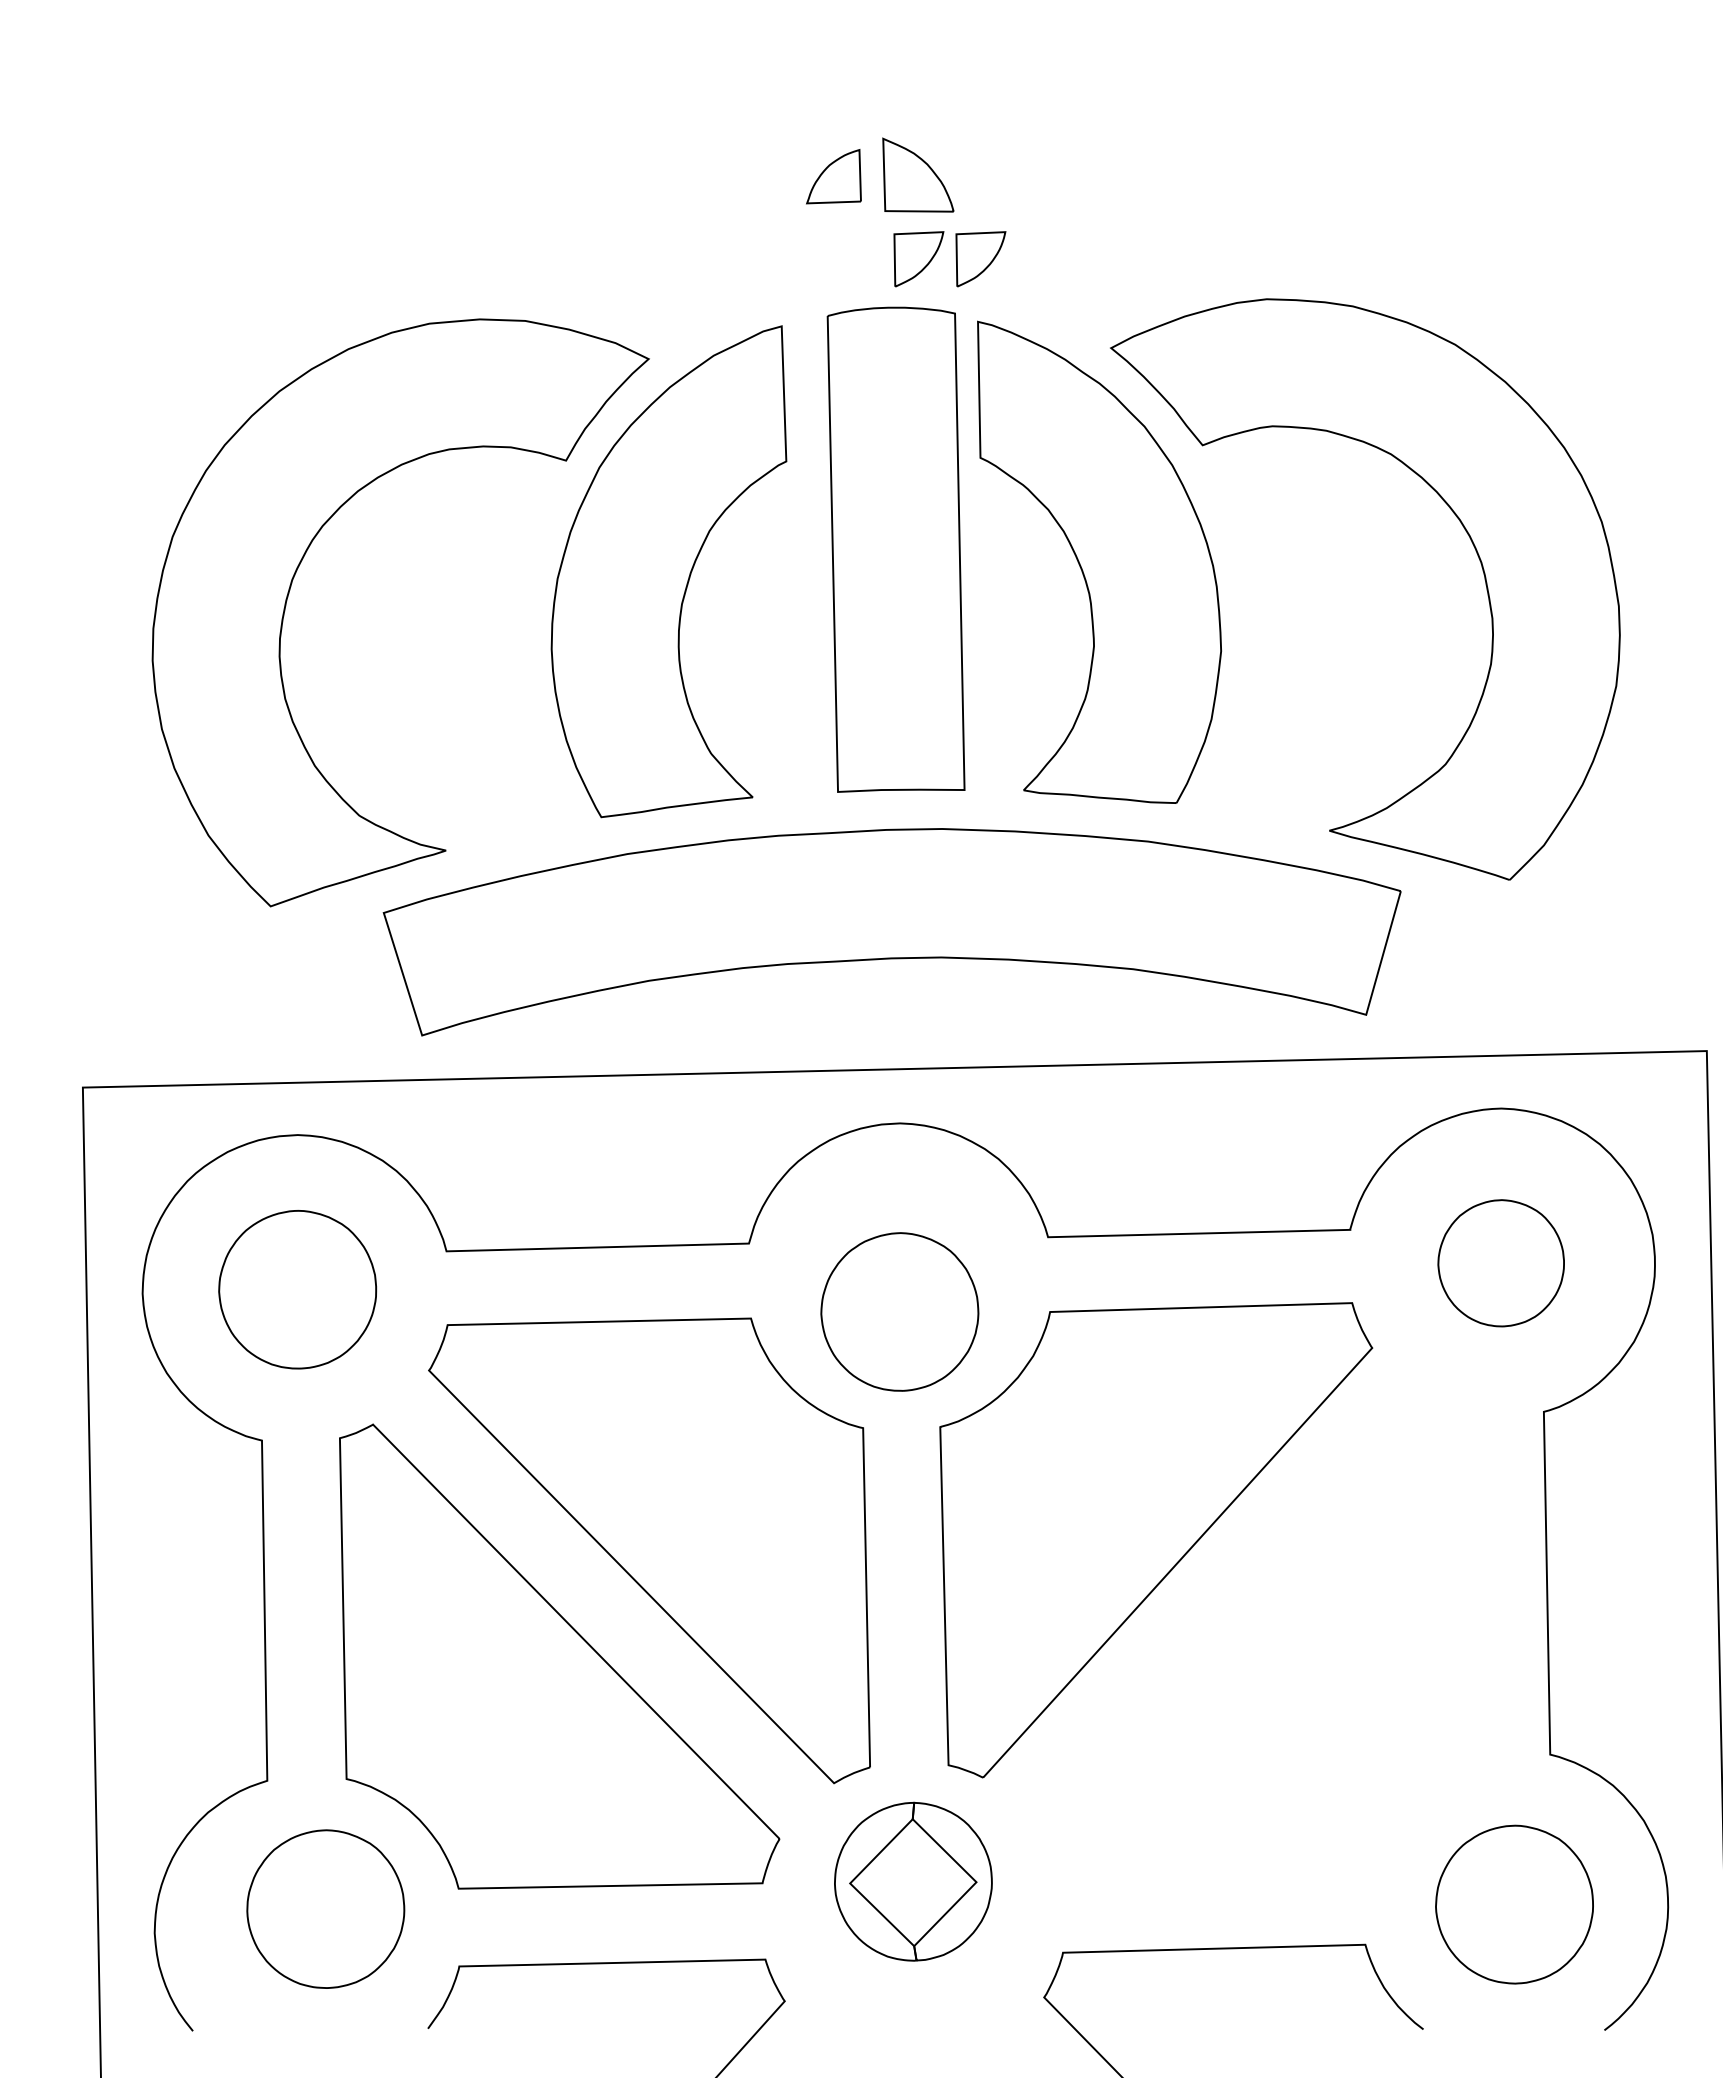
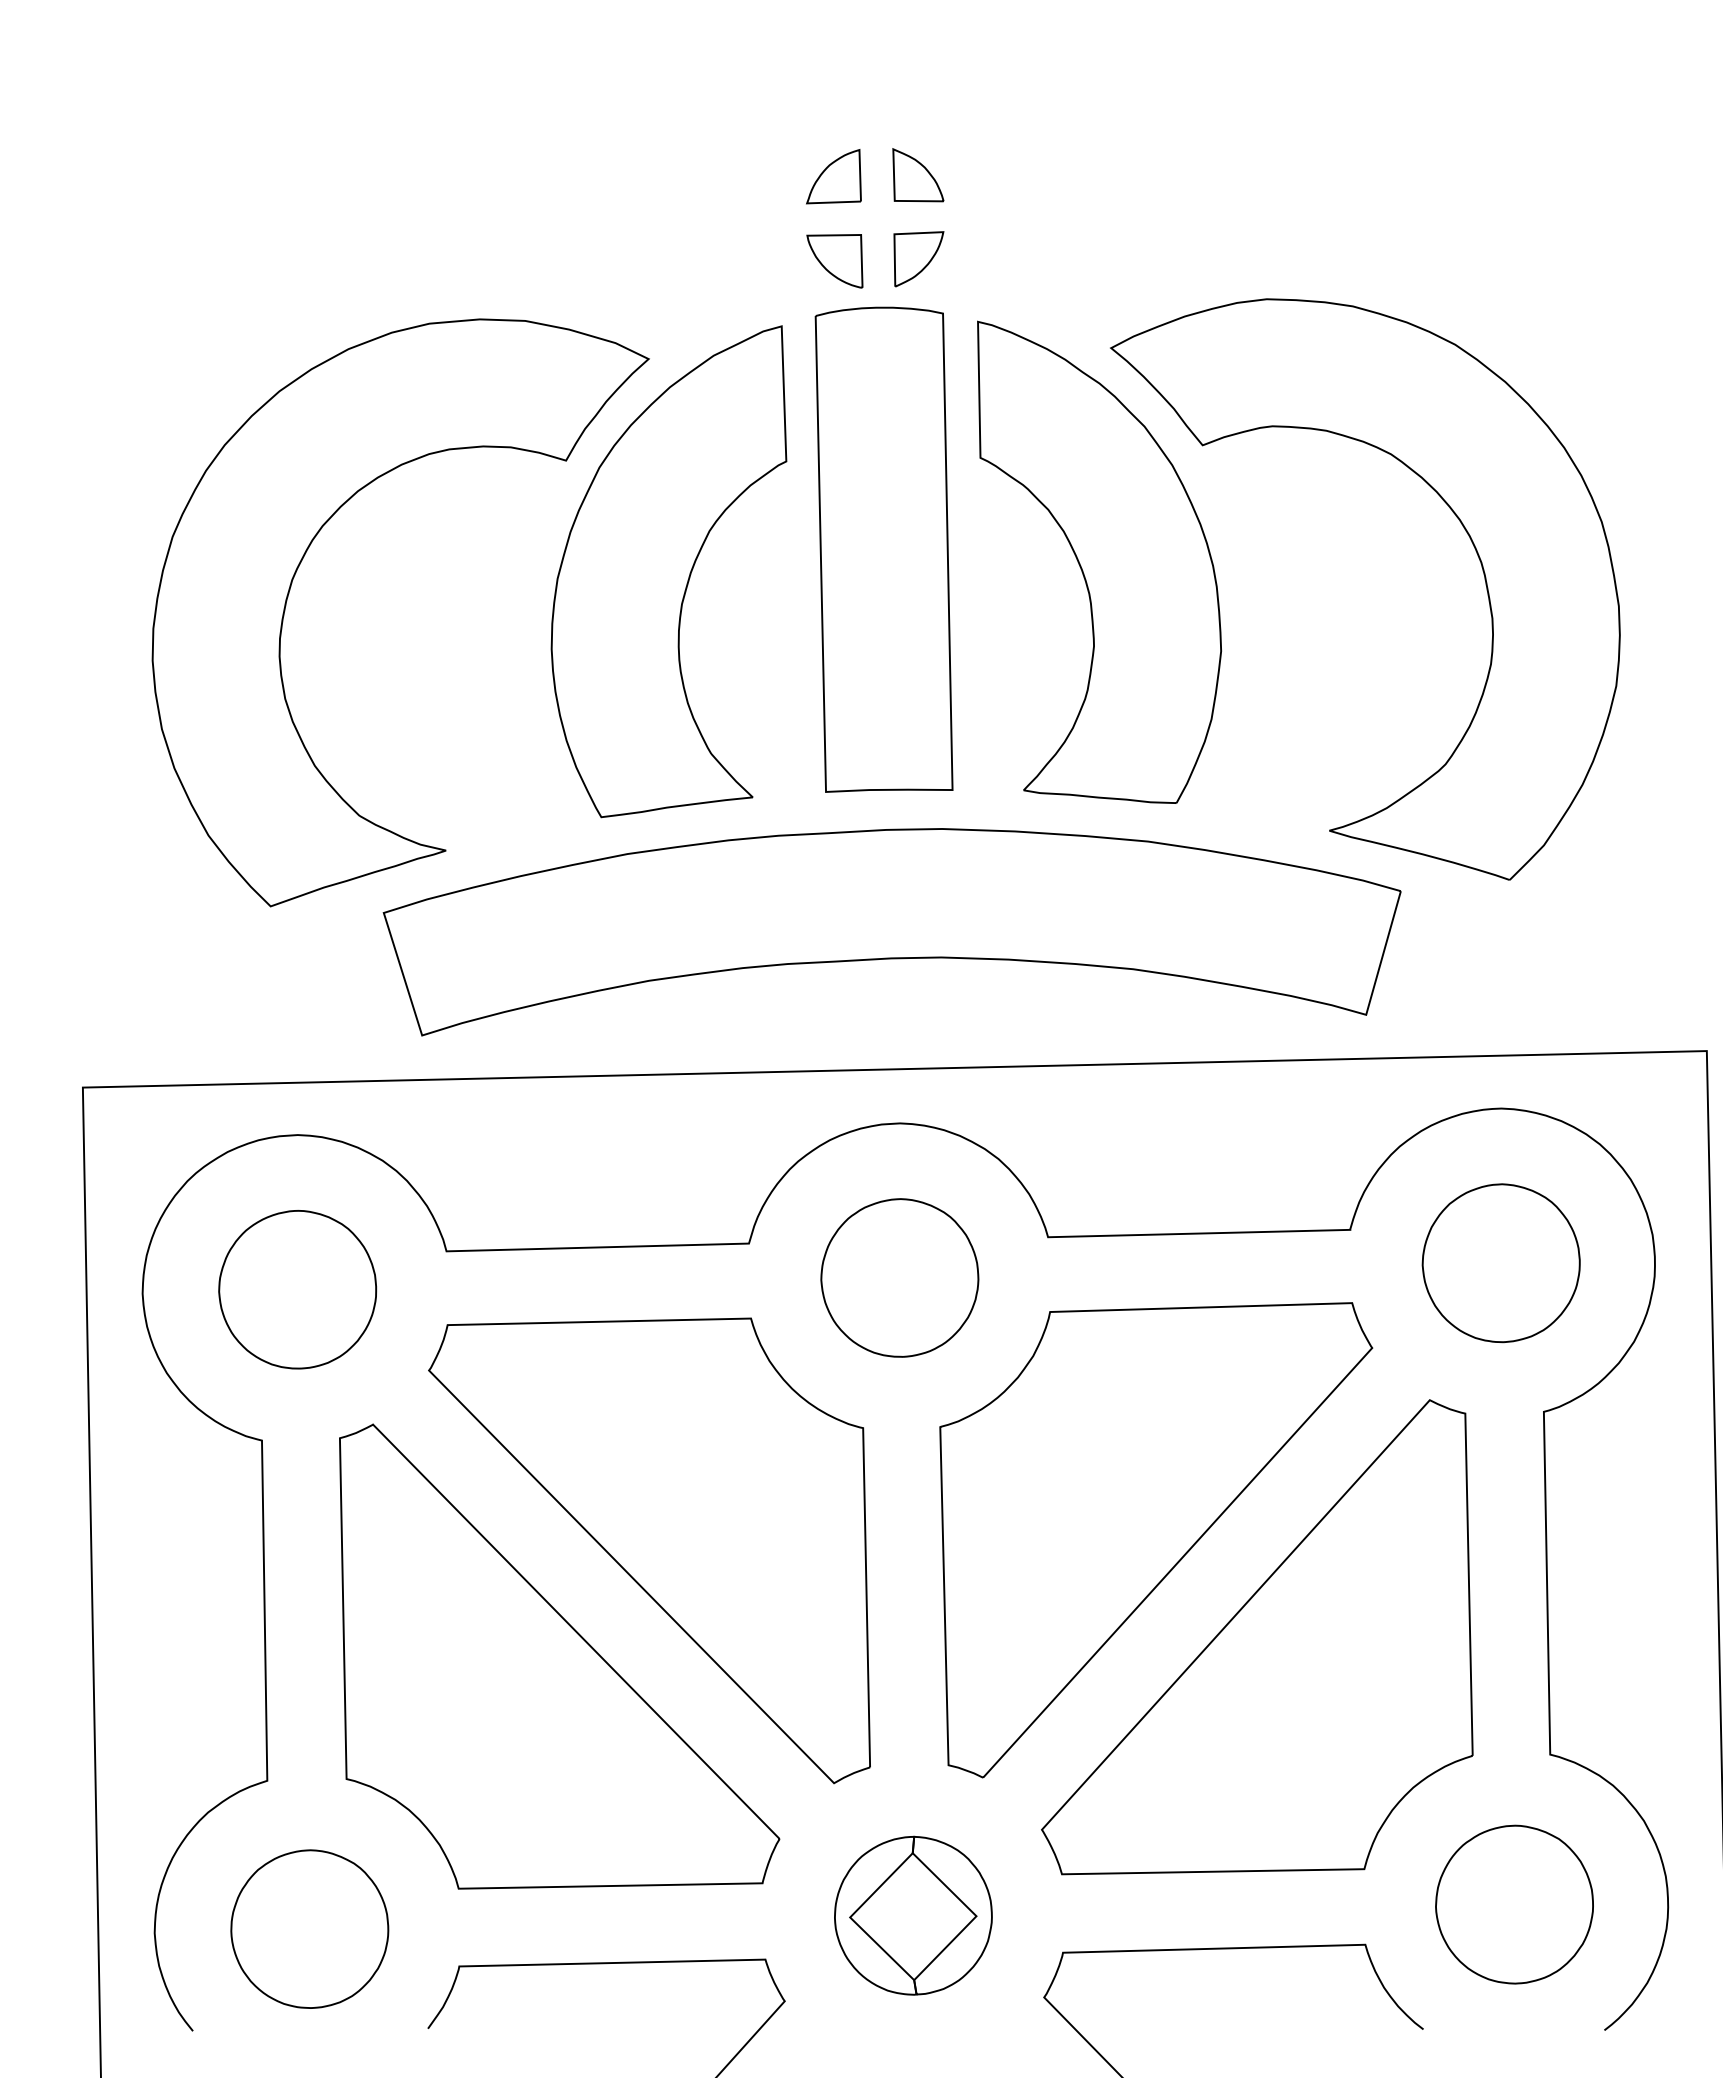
part at (918, 174) size: 73x76 px -> 53x55 px
part at (980, 259): present -> none
part at (834, 261): none -> present
part at (895, 549) position: (895, 549) -> (883, 549)
part at (1500, 1263) size: 128x129 px -> 160x161 px
part at (899, 1311) position: (899, 1311) -> (899, 1277)
part at (1257, 1637): none -> present
part at (913, 1881) position: (913, 1881) -> (913, 1915)
part at (325, 1908) position: (325, 1908) -> (309, 1928)
